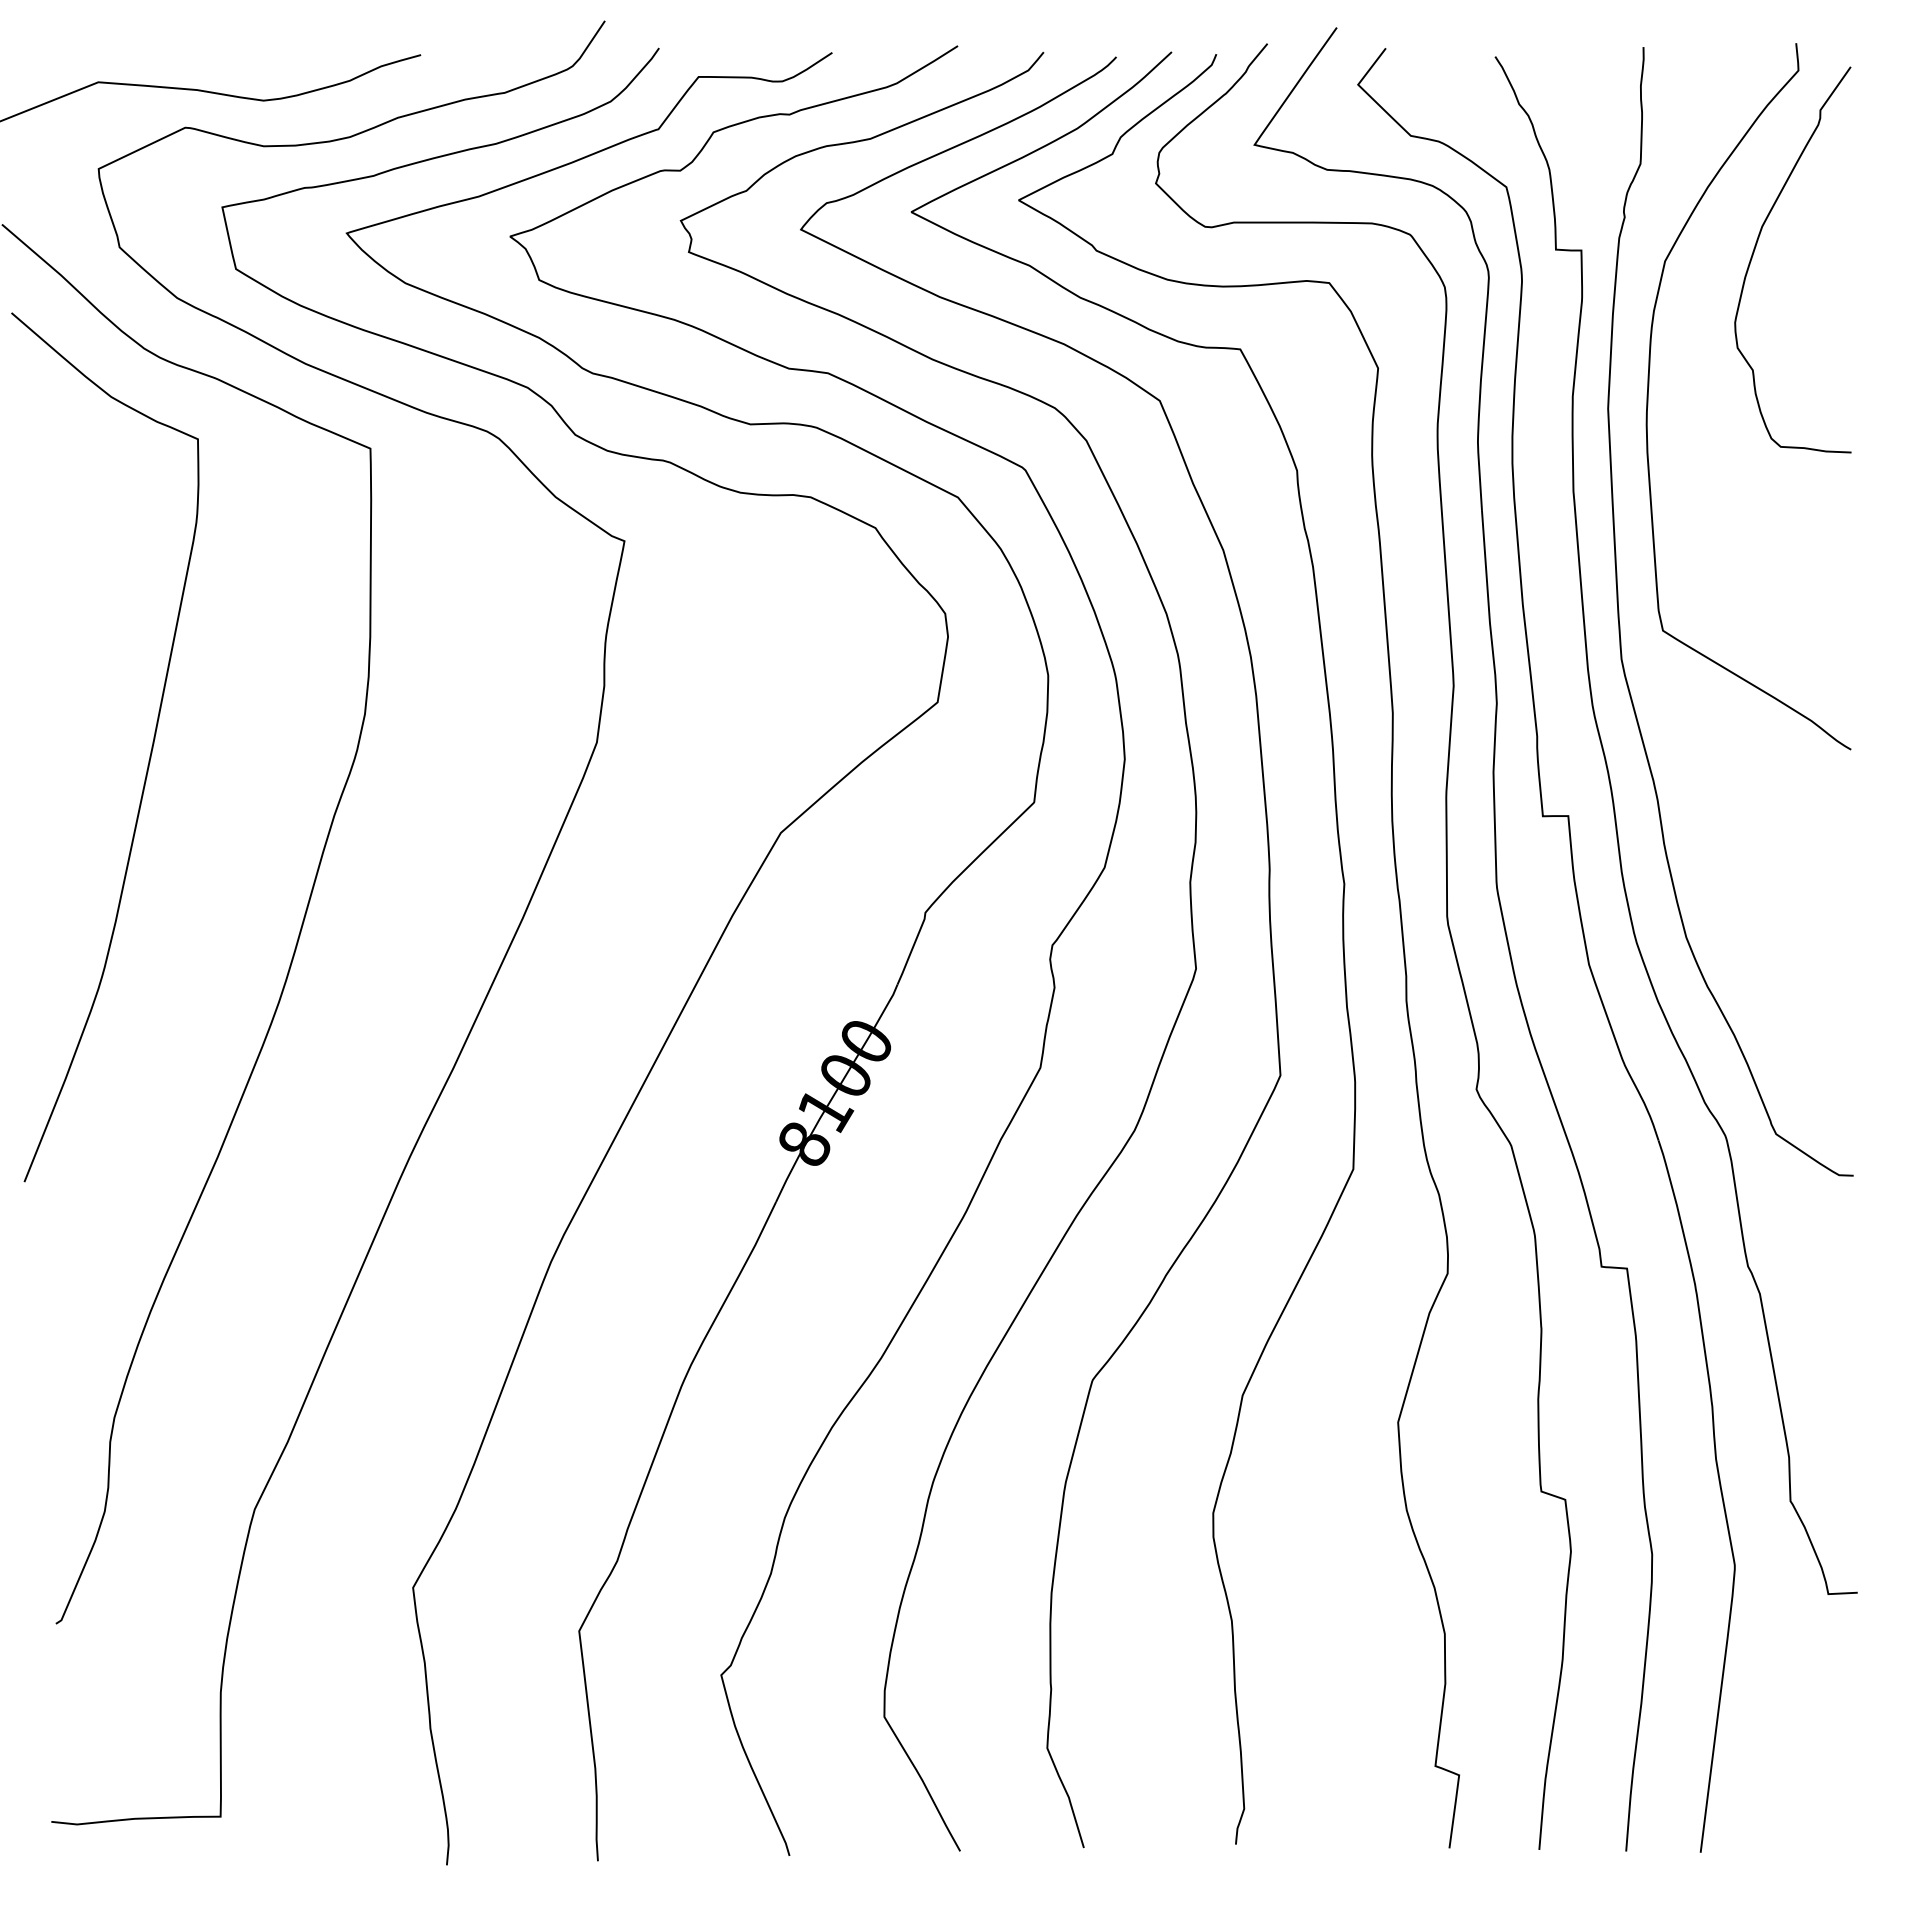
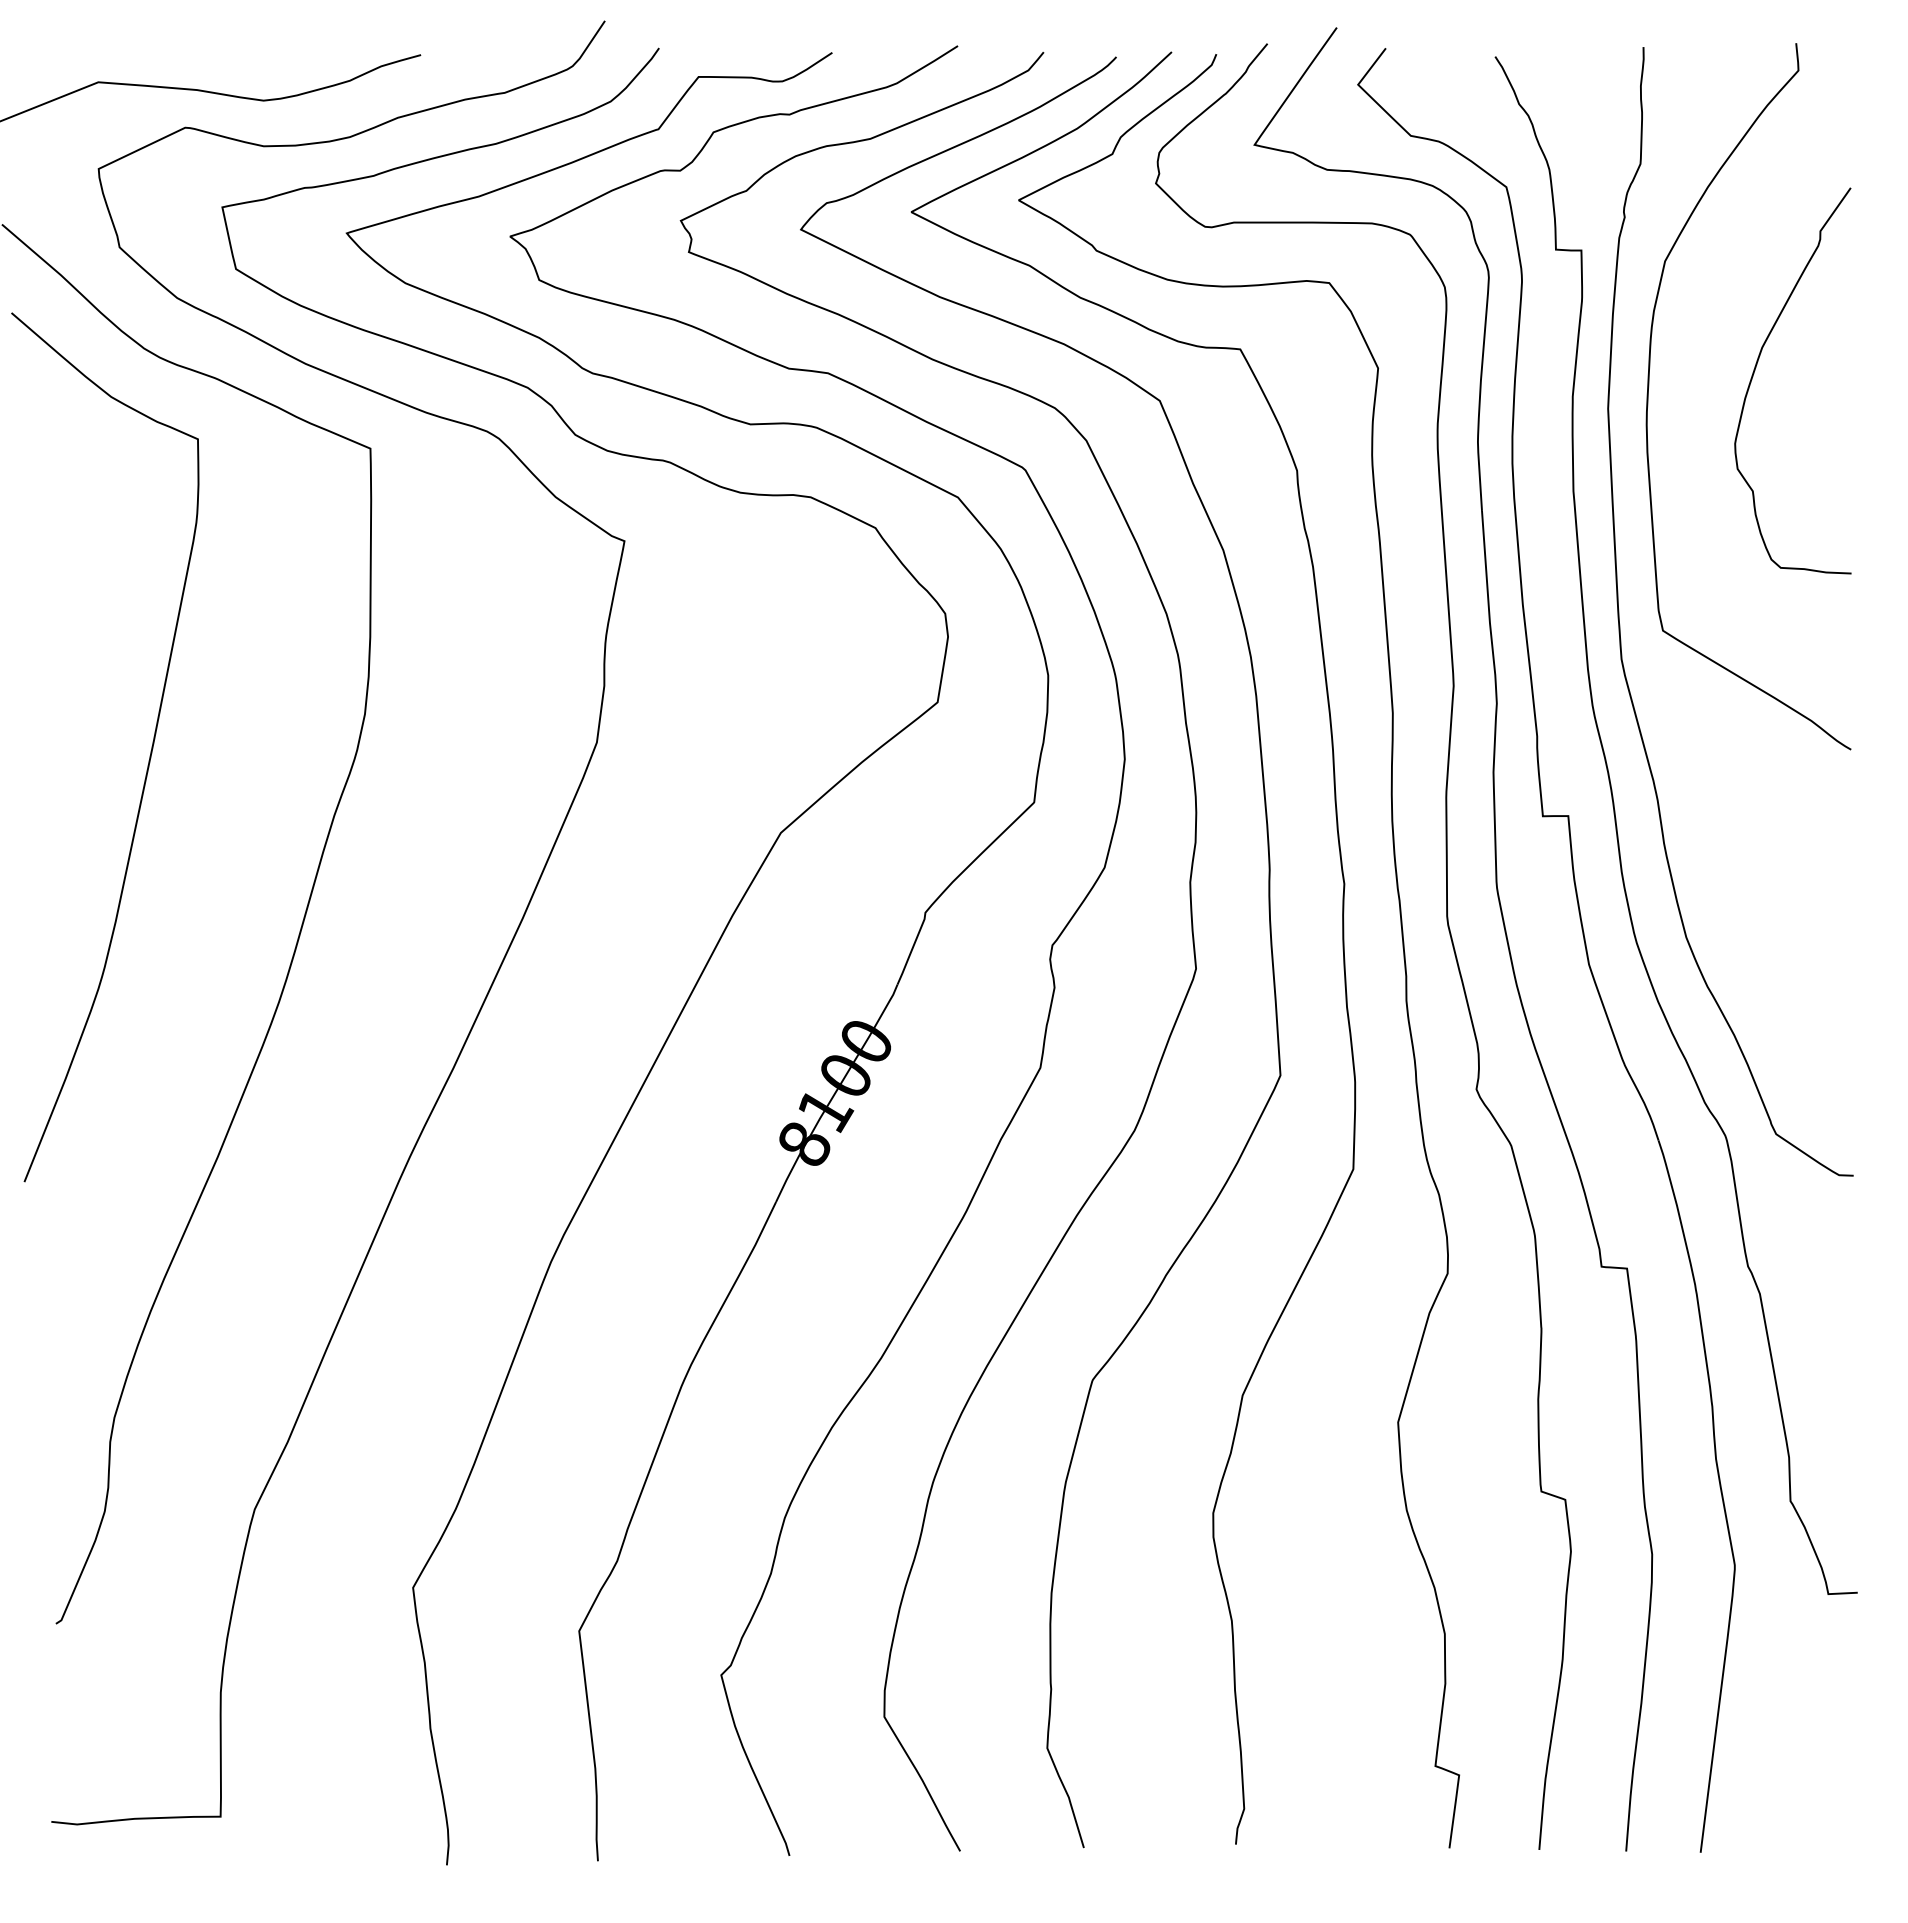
curve at (1756, 246) position: (1756, 246) -> (1756, 367)
